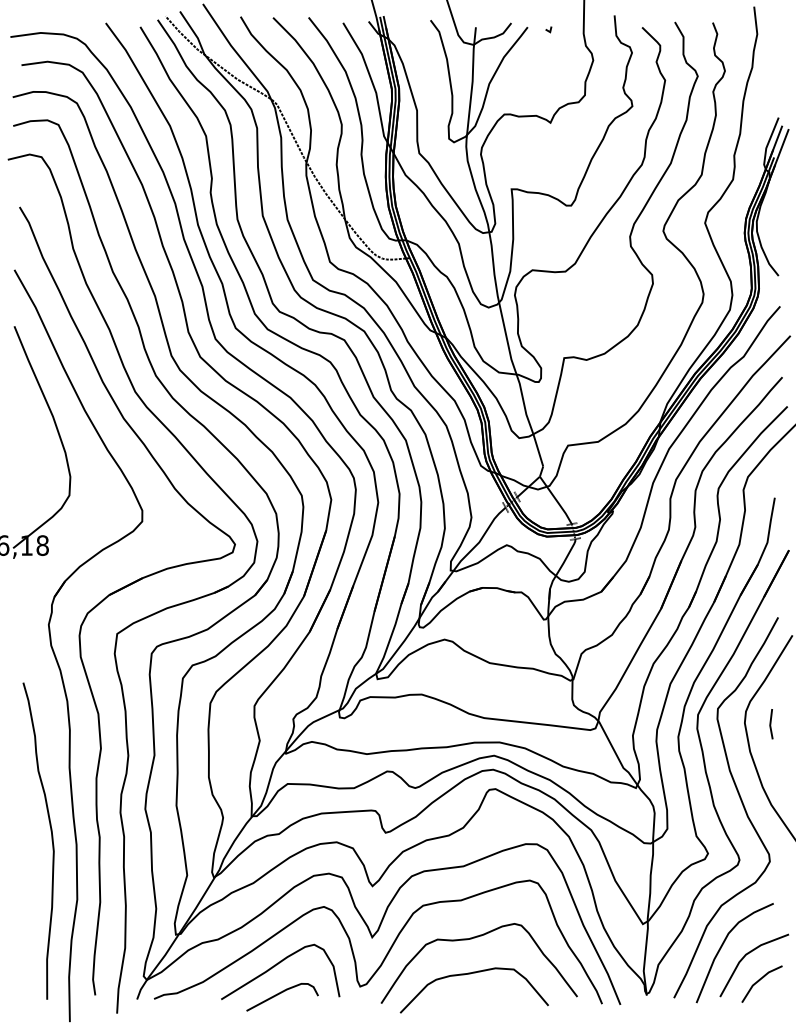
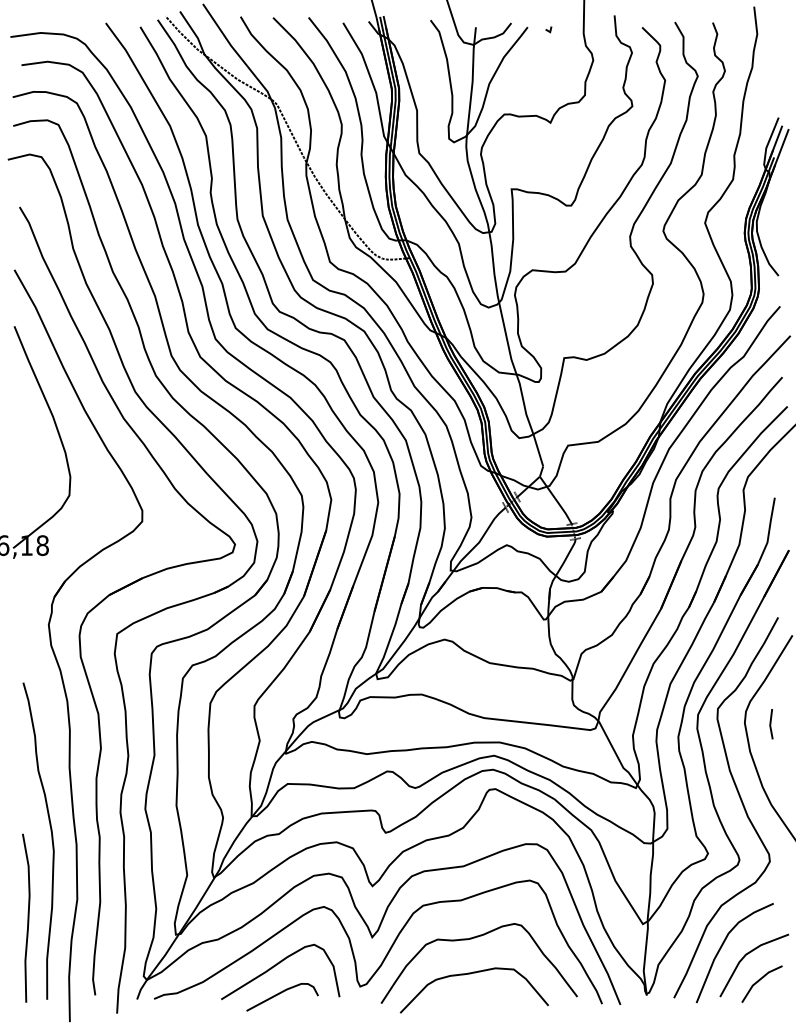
part at (26, 917): none -> present
